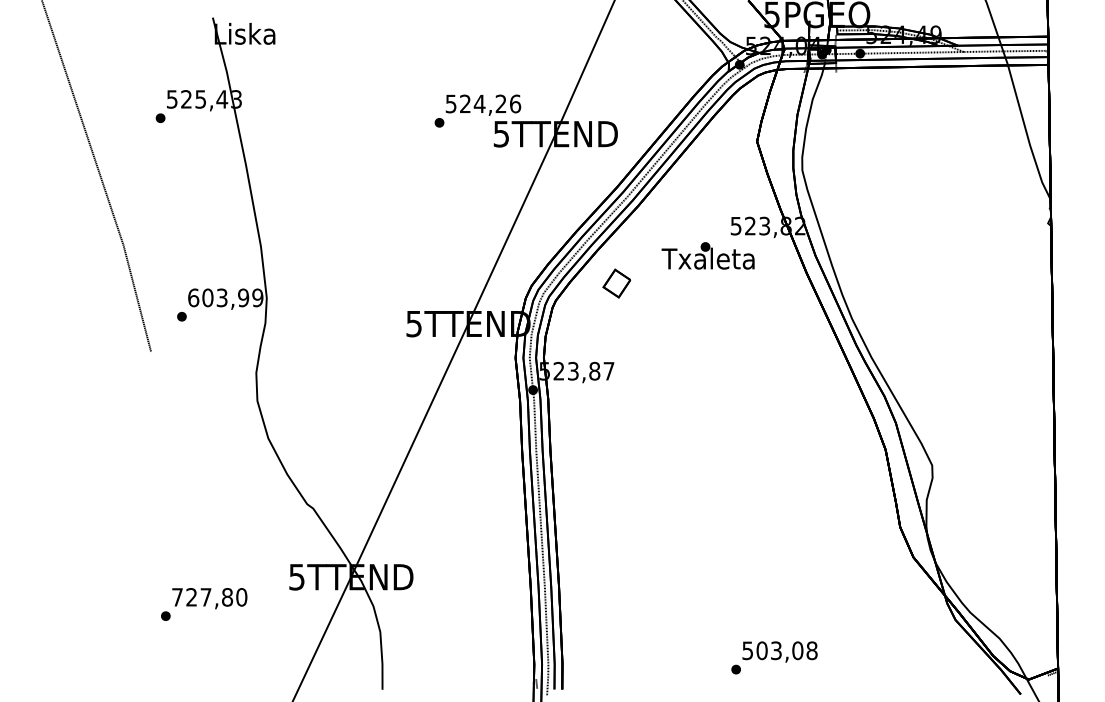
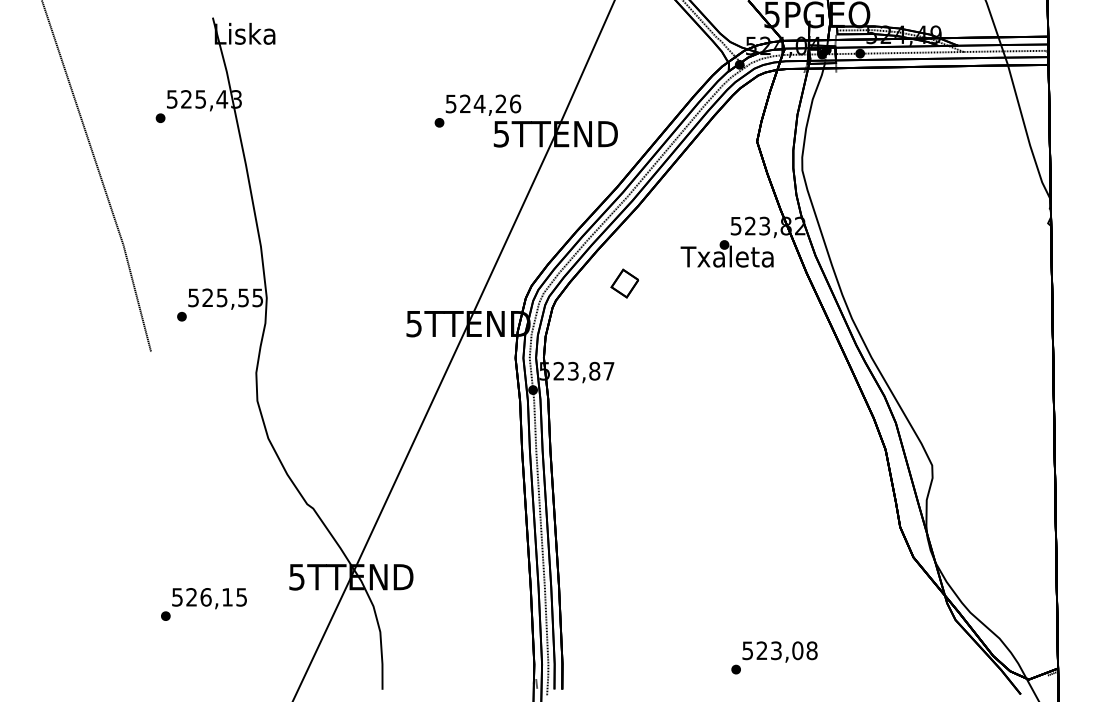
text at (707, 255) position: (707, 255) -> (726, 253)
part at (616, 283) position: (616, 283) -> (624, 283)
text at (225, 297): 603,99 -> 525,55
text at (209, 597): 727,80 -> 526,15
text at (761, 650): 503,08 -> 523,08
